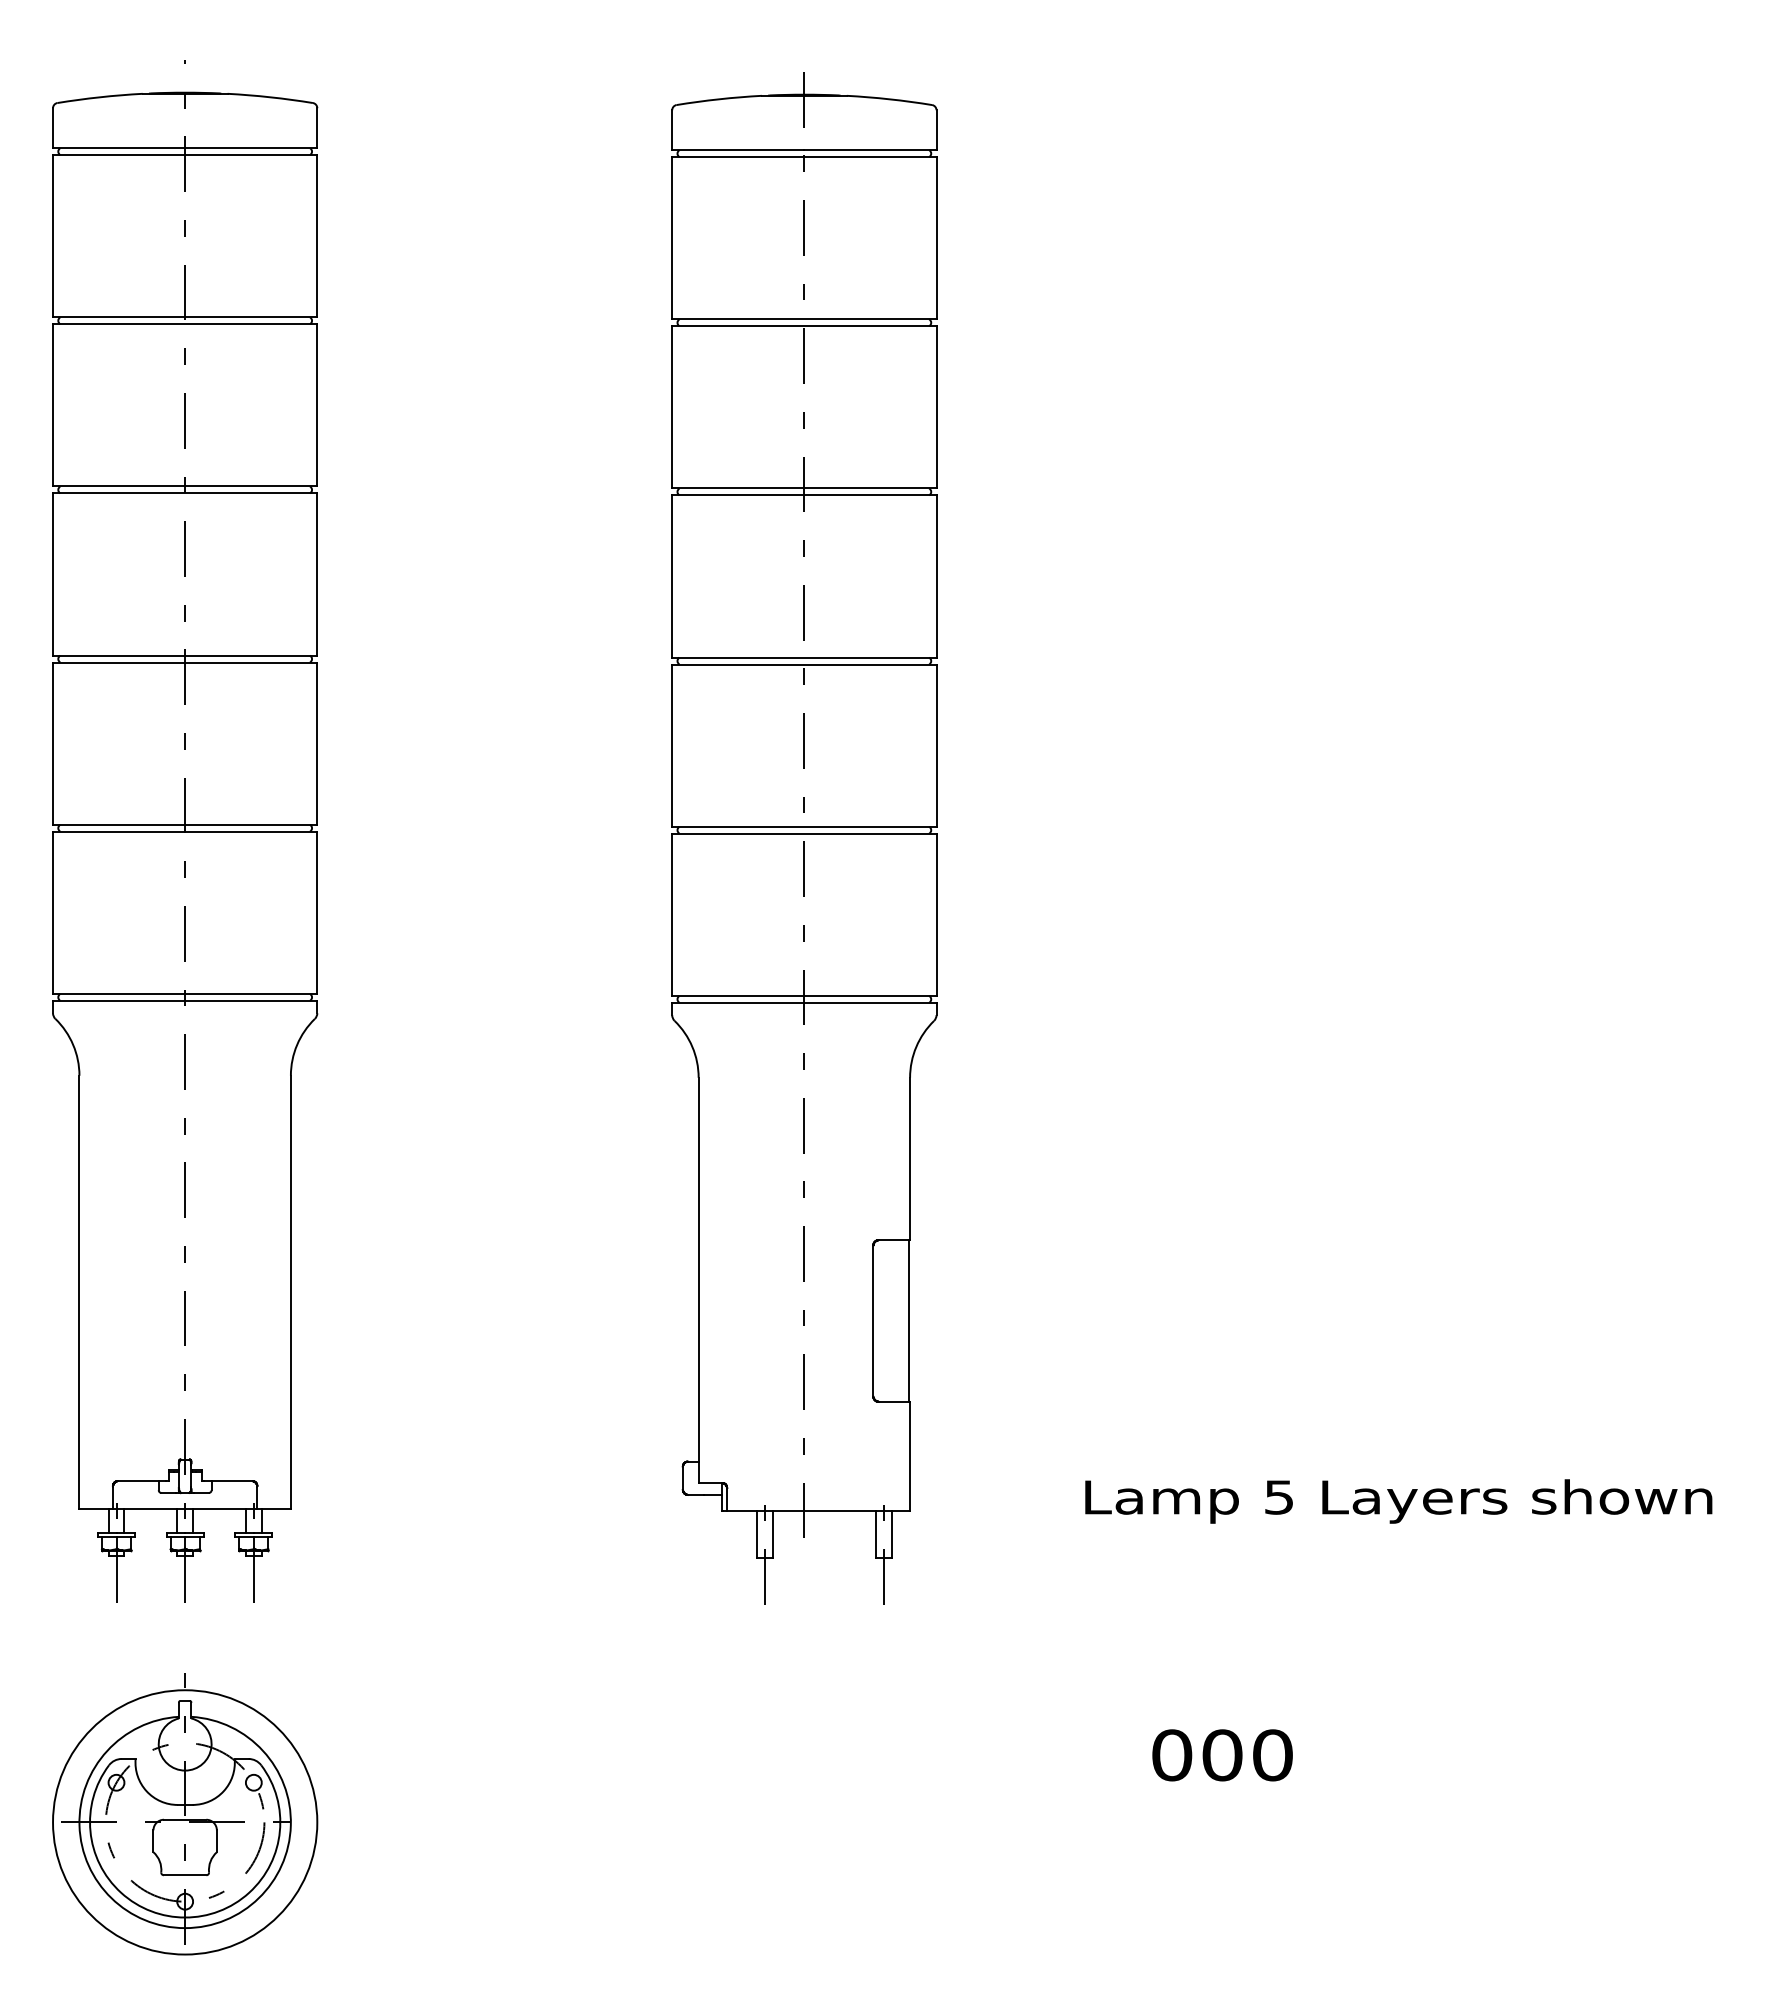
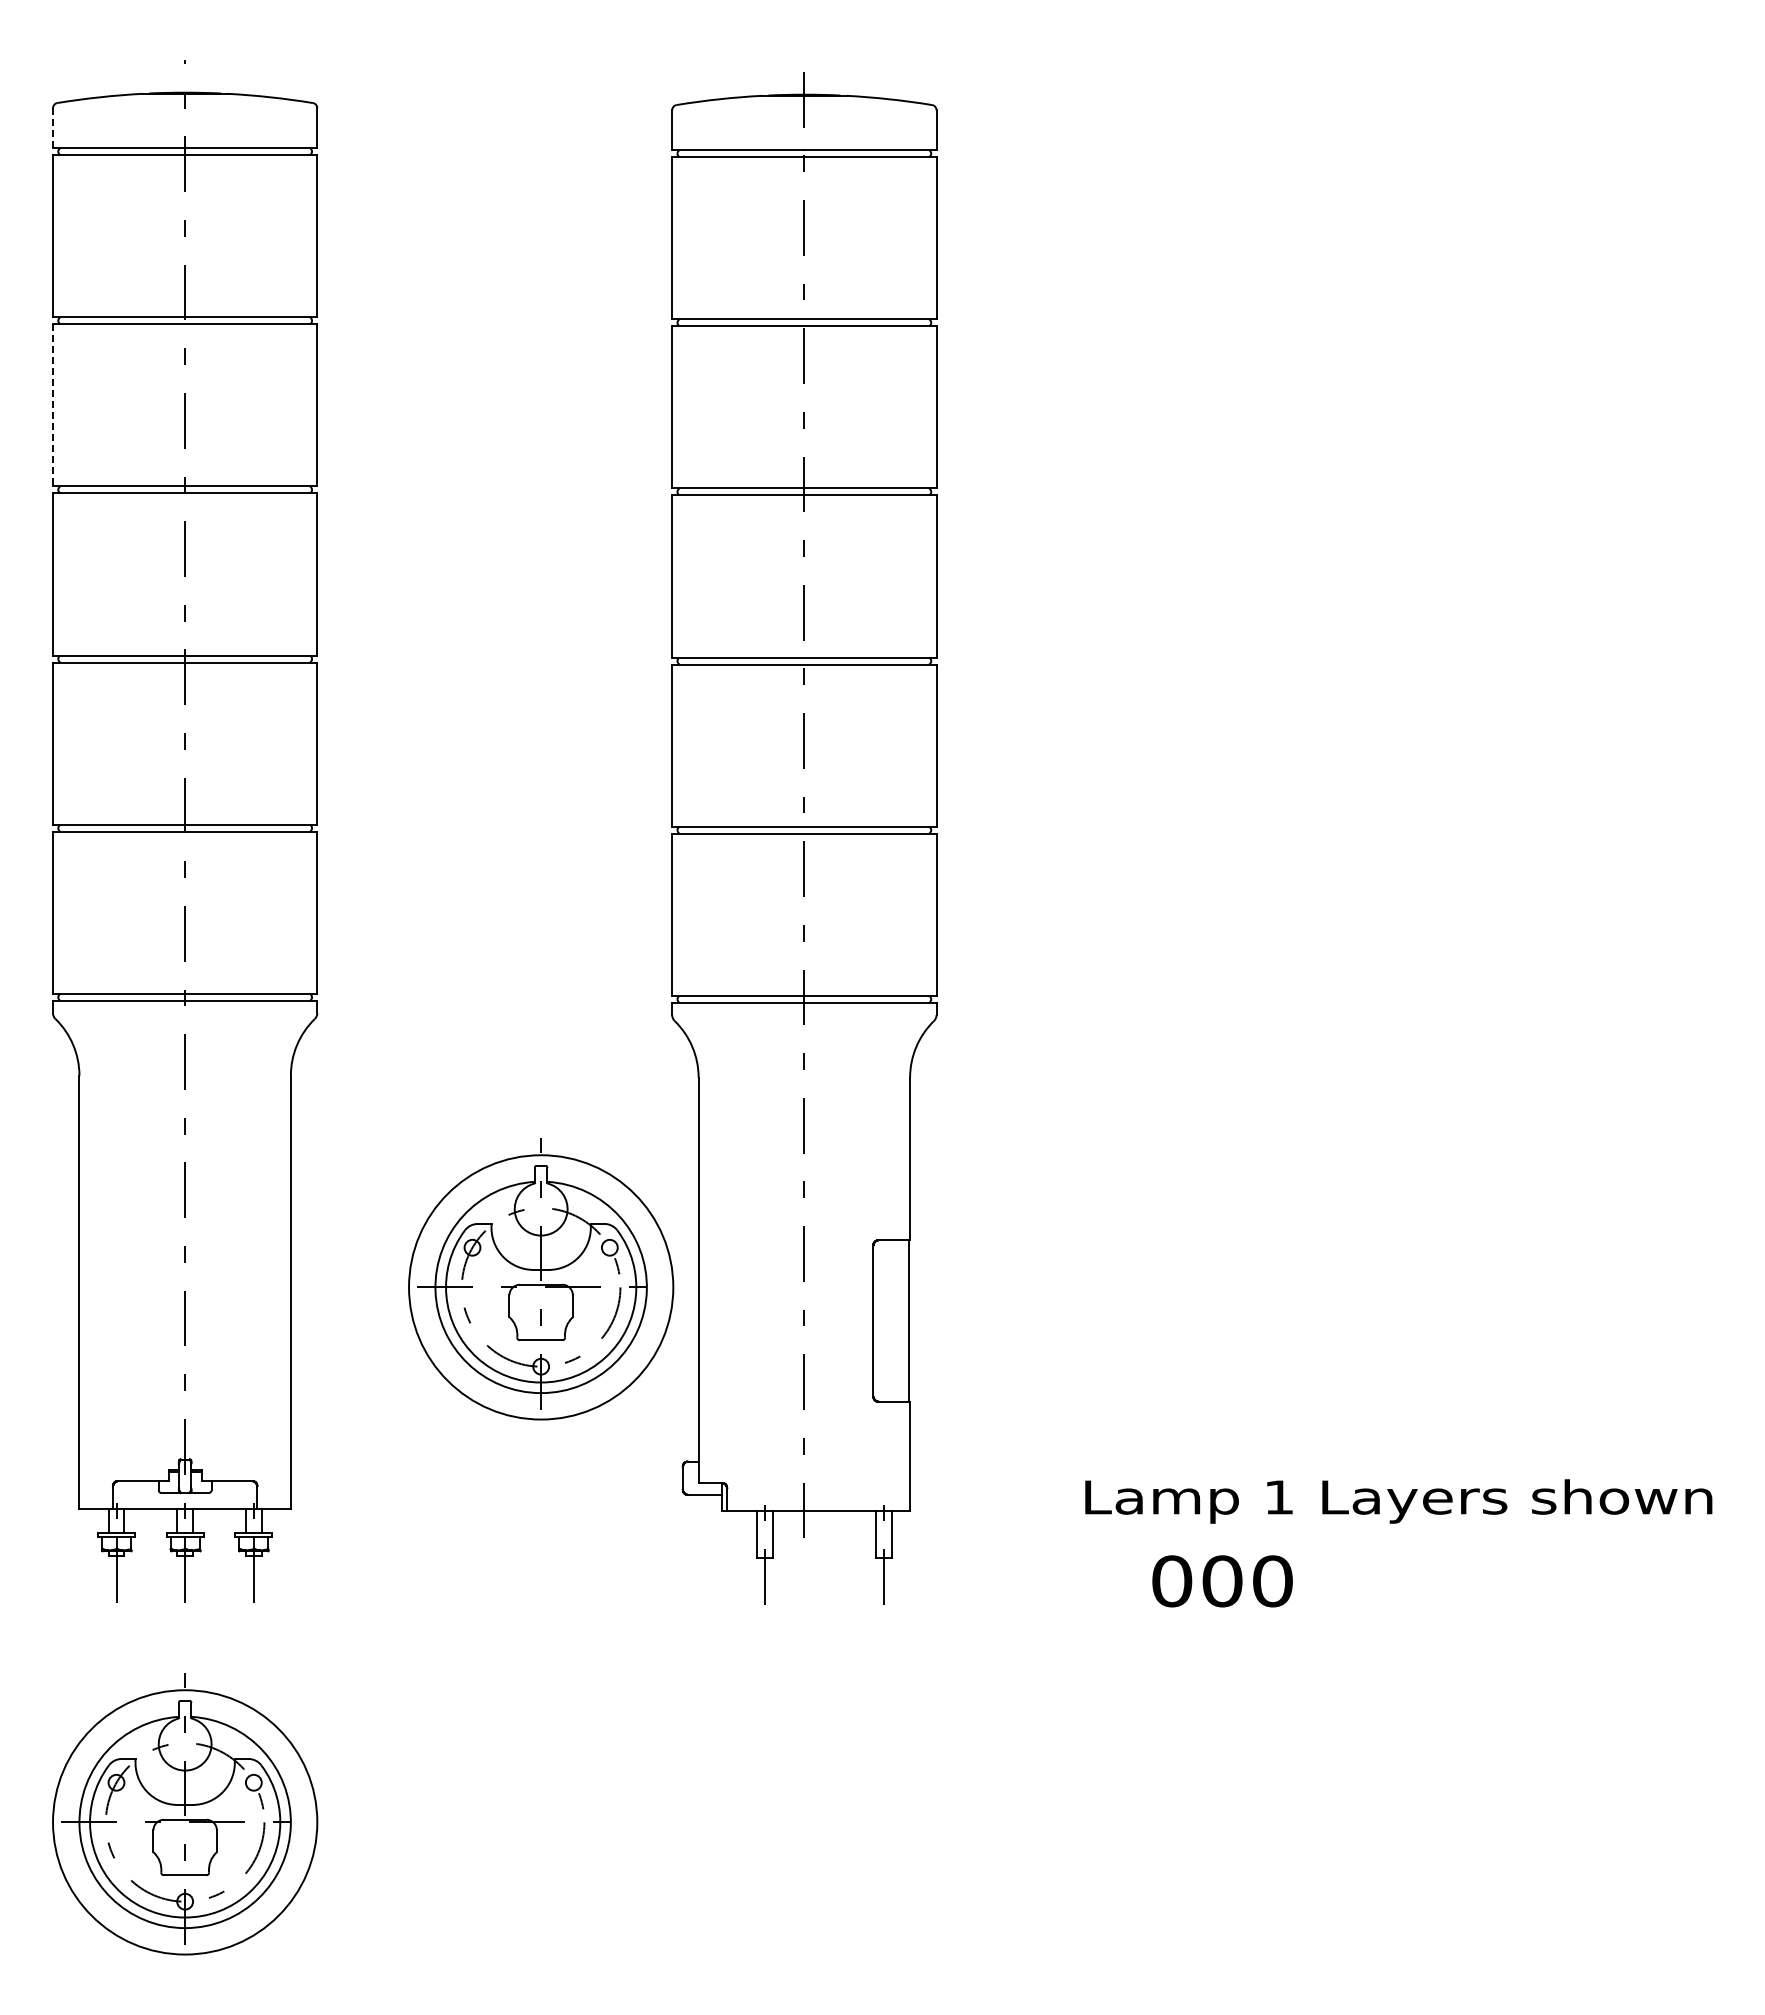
line at (53, 128): solid -> dashed
line at (53, 405): solid -> dashed
part at (541, 1279): none -> present
text at (1278, 1497): 5 -> 1
text at (1222, 1755) position: (1222, 1755) -> (1222, 1581)
